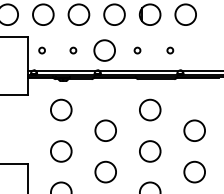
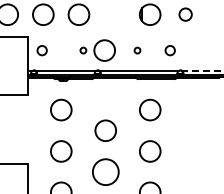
circle at (114, 14): present -> none
circle at (185, 14) size: 23x23 px -> 15x15 px
circle at (41, 50) size: 8x9 px -> 12x12 px
circle at (73, 50) position: (73, 50) -> (83, 50)
circle at (170, 50) size: 9x9 px -> 12x12 px
line at (202, 70): solid -> dashed
circle at (194, 130): present -> none
circle at (105, 171) size: 23x24 px -> 28x28 px
circle at (194, 171): present -> none
